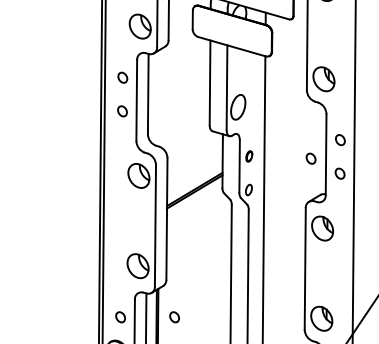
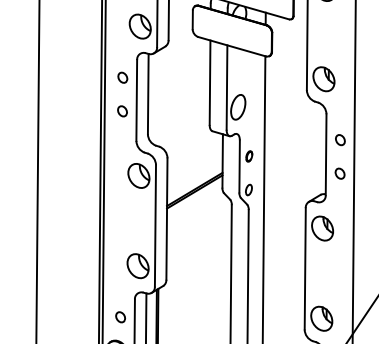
part at (310, 158): present -> none
line at (37, 171): none -> present
part at (174, 317): present -> none
